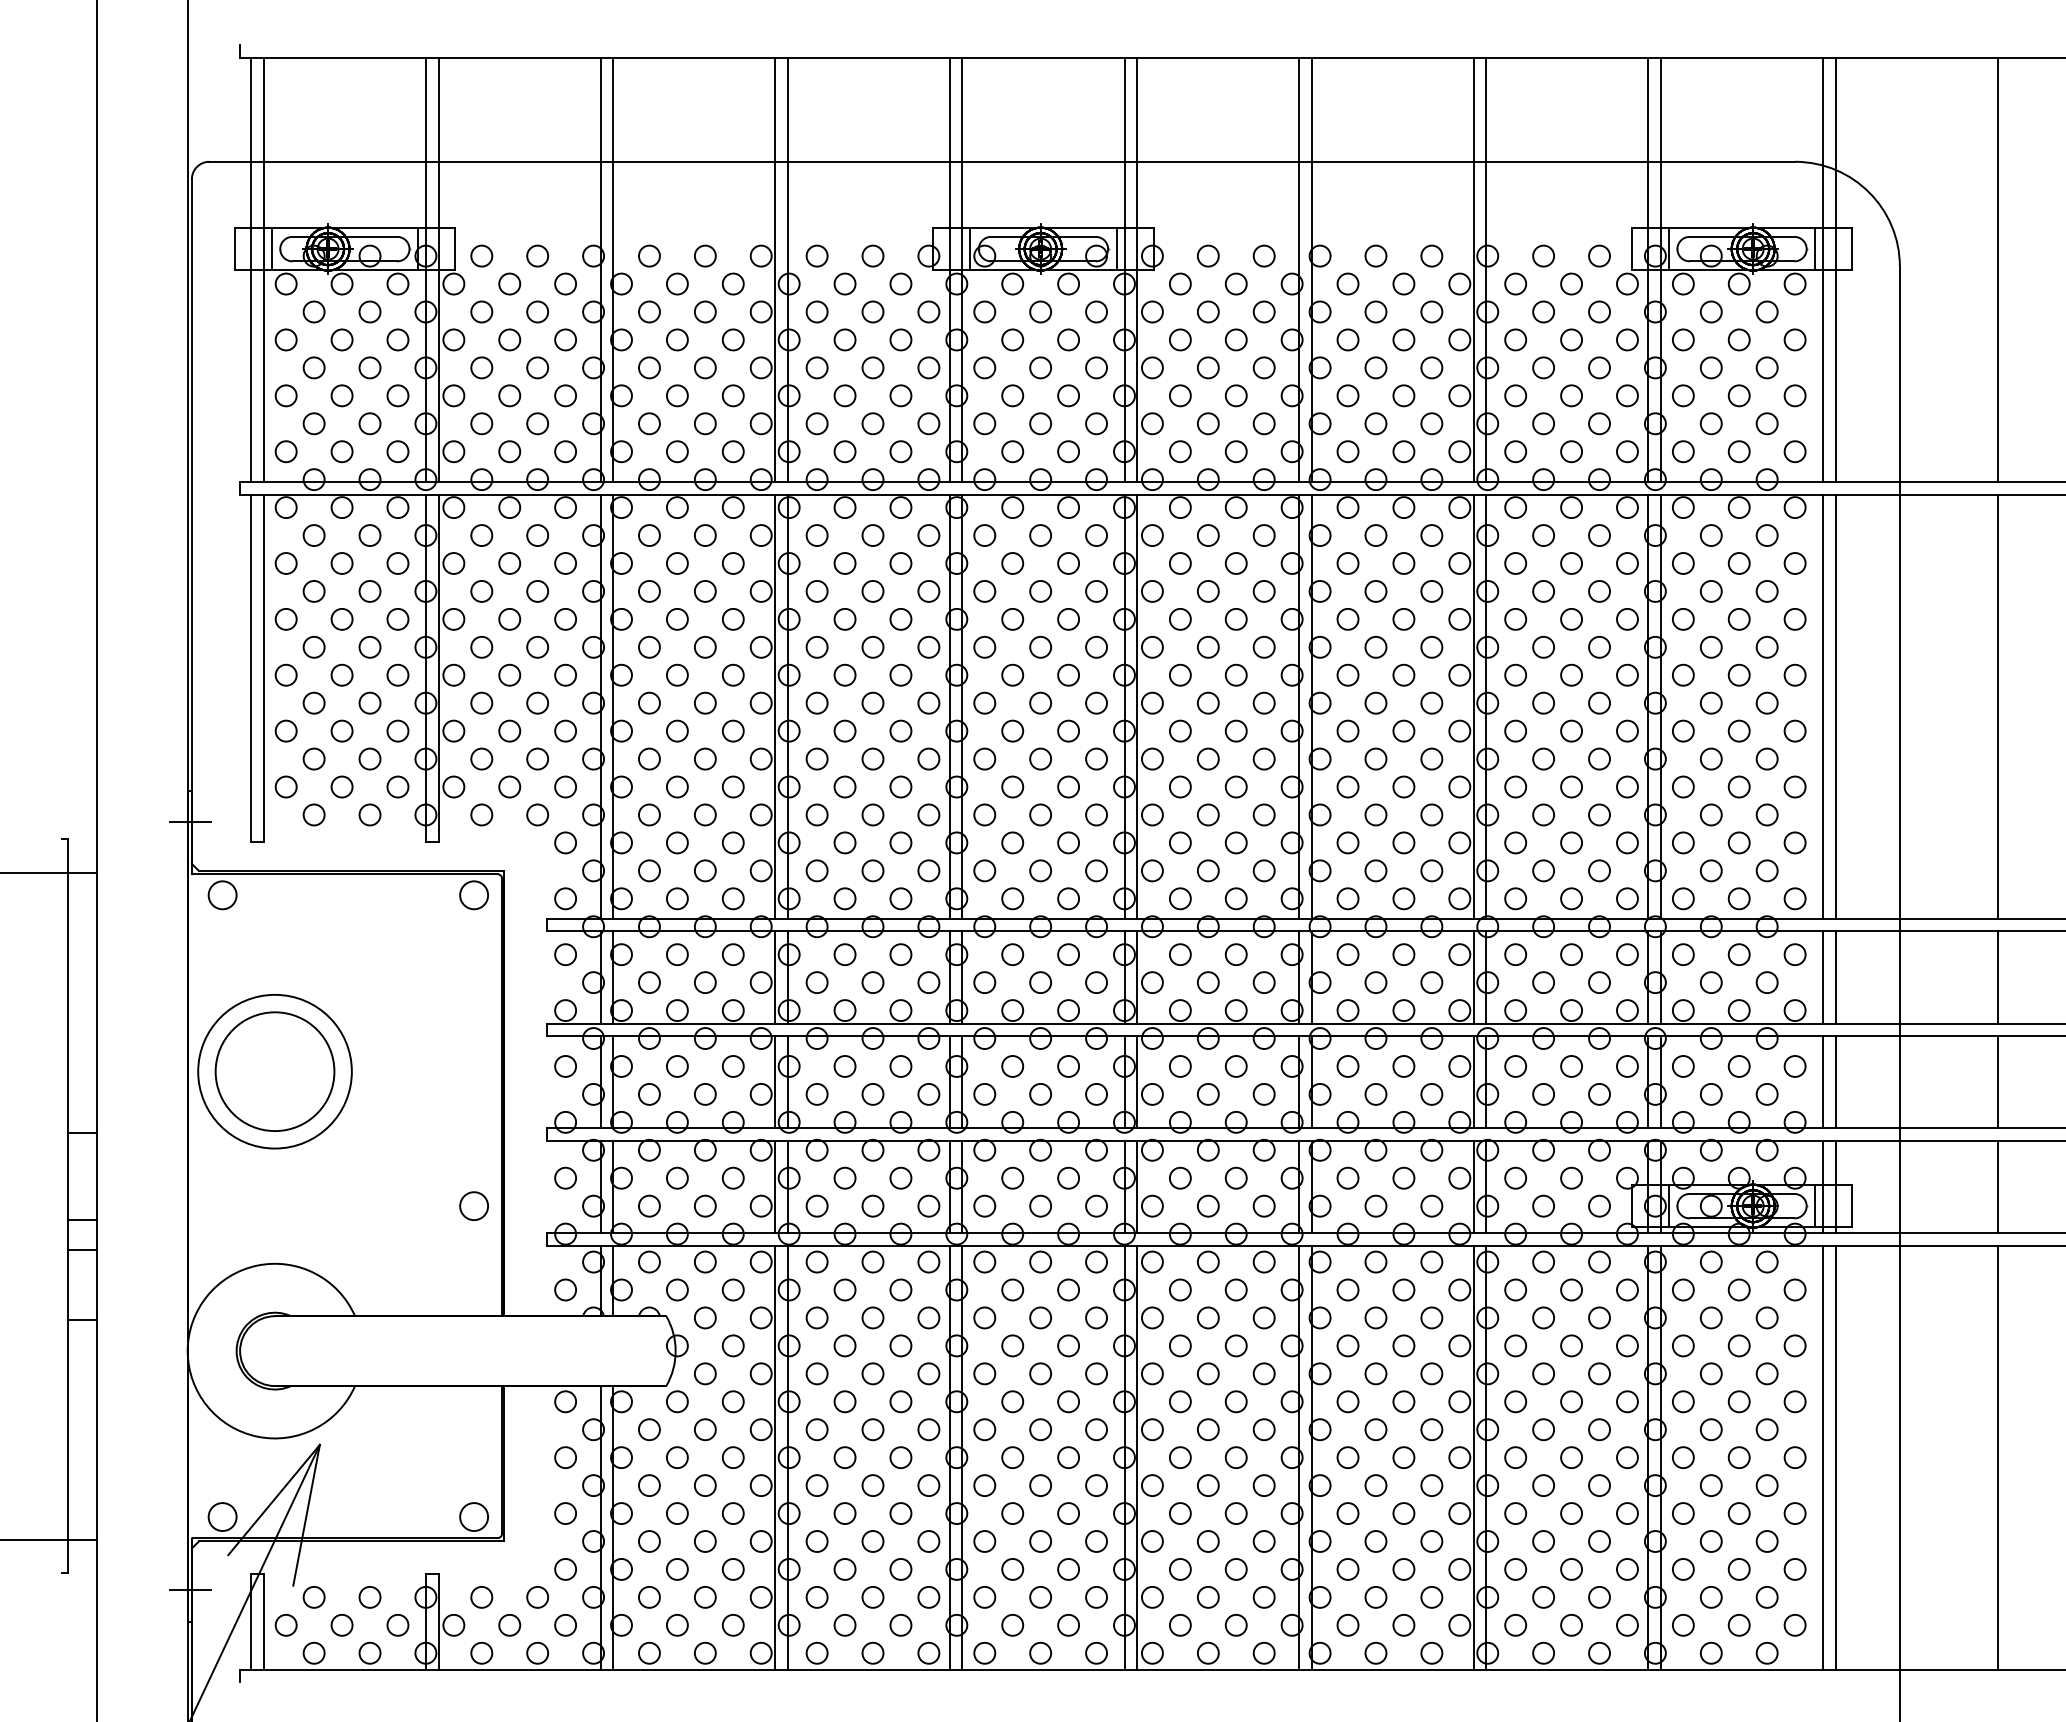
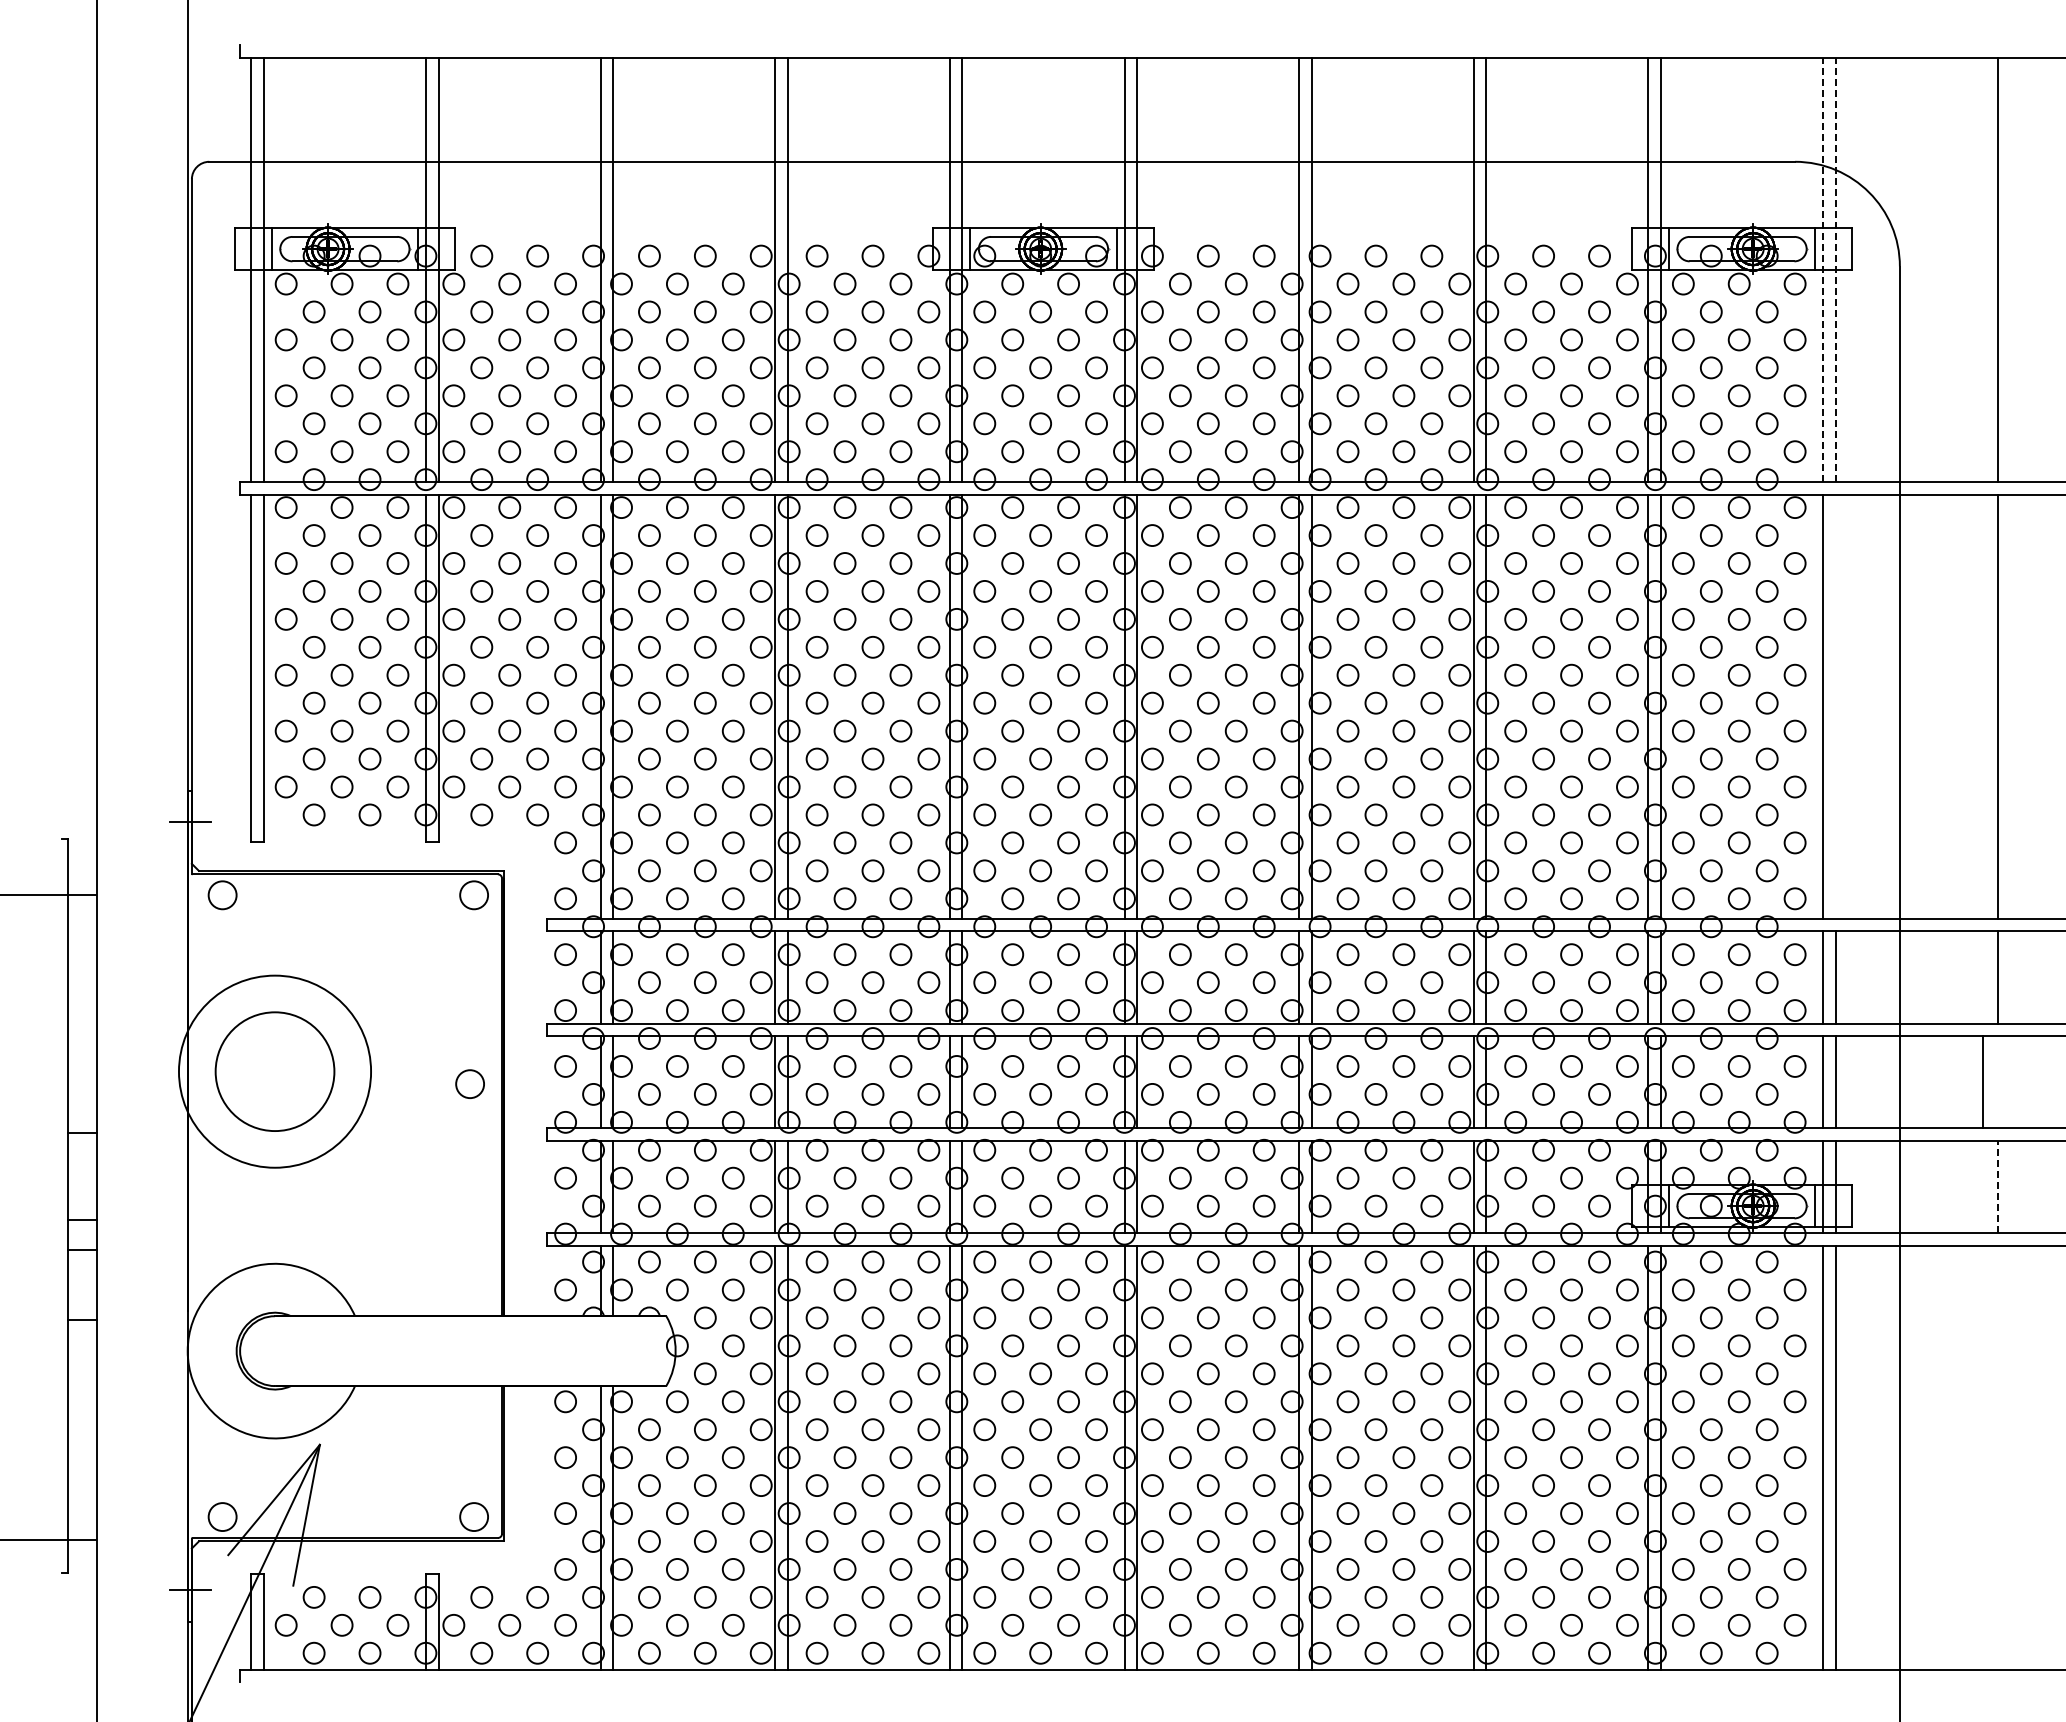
line at (1823, 269): solid -> dashed
line at (1835, 269): solid -> dashed
line at (1835, 706): present -> none
line at (49, 872) position: (49, 872) -> (49, 894)
circle at (274, 1071) diameter: 154 px -> 192 px
line at (1997, 1082) position: (1997, 1082) -> (1982, 1082)
line at (1997, 1186): solid -> dashed
circle at (473, 1205) position: (473, 1205) -> (469, 1083)
line at (1997, 1457): present -> none
